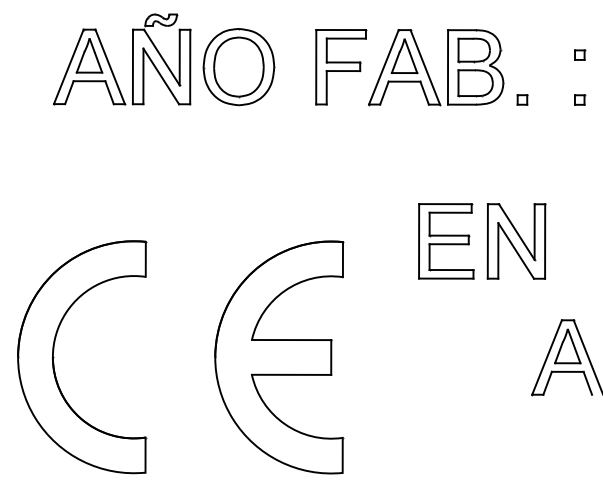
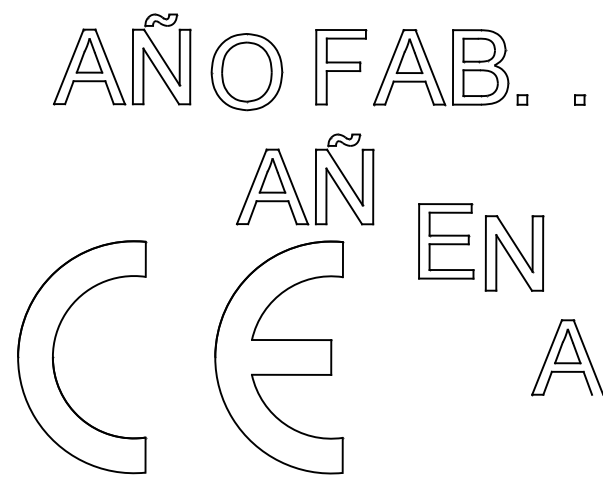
part at (580, 54): present -> none
part at (238, 67) position: (238, 67) -> (246, 72)
part at (427, 69) position: (427, 69) -> (432, 69)
part at (315, 179): none -> present
part at (516, 241) position: (516, 241) -> (514, 253)
